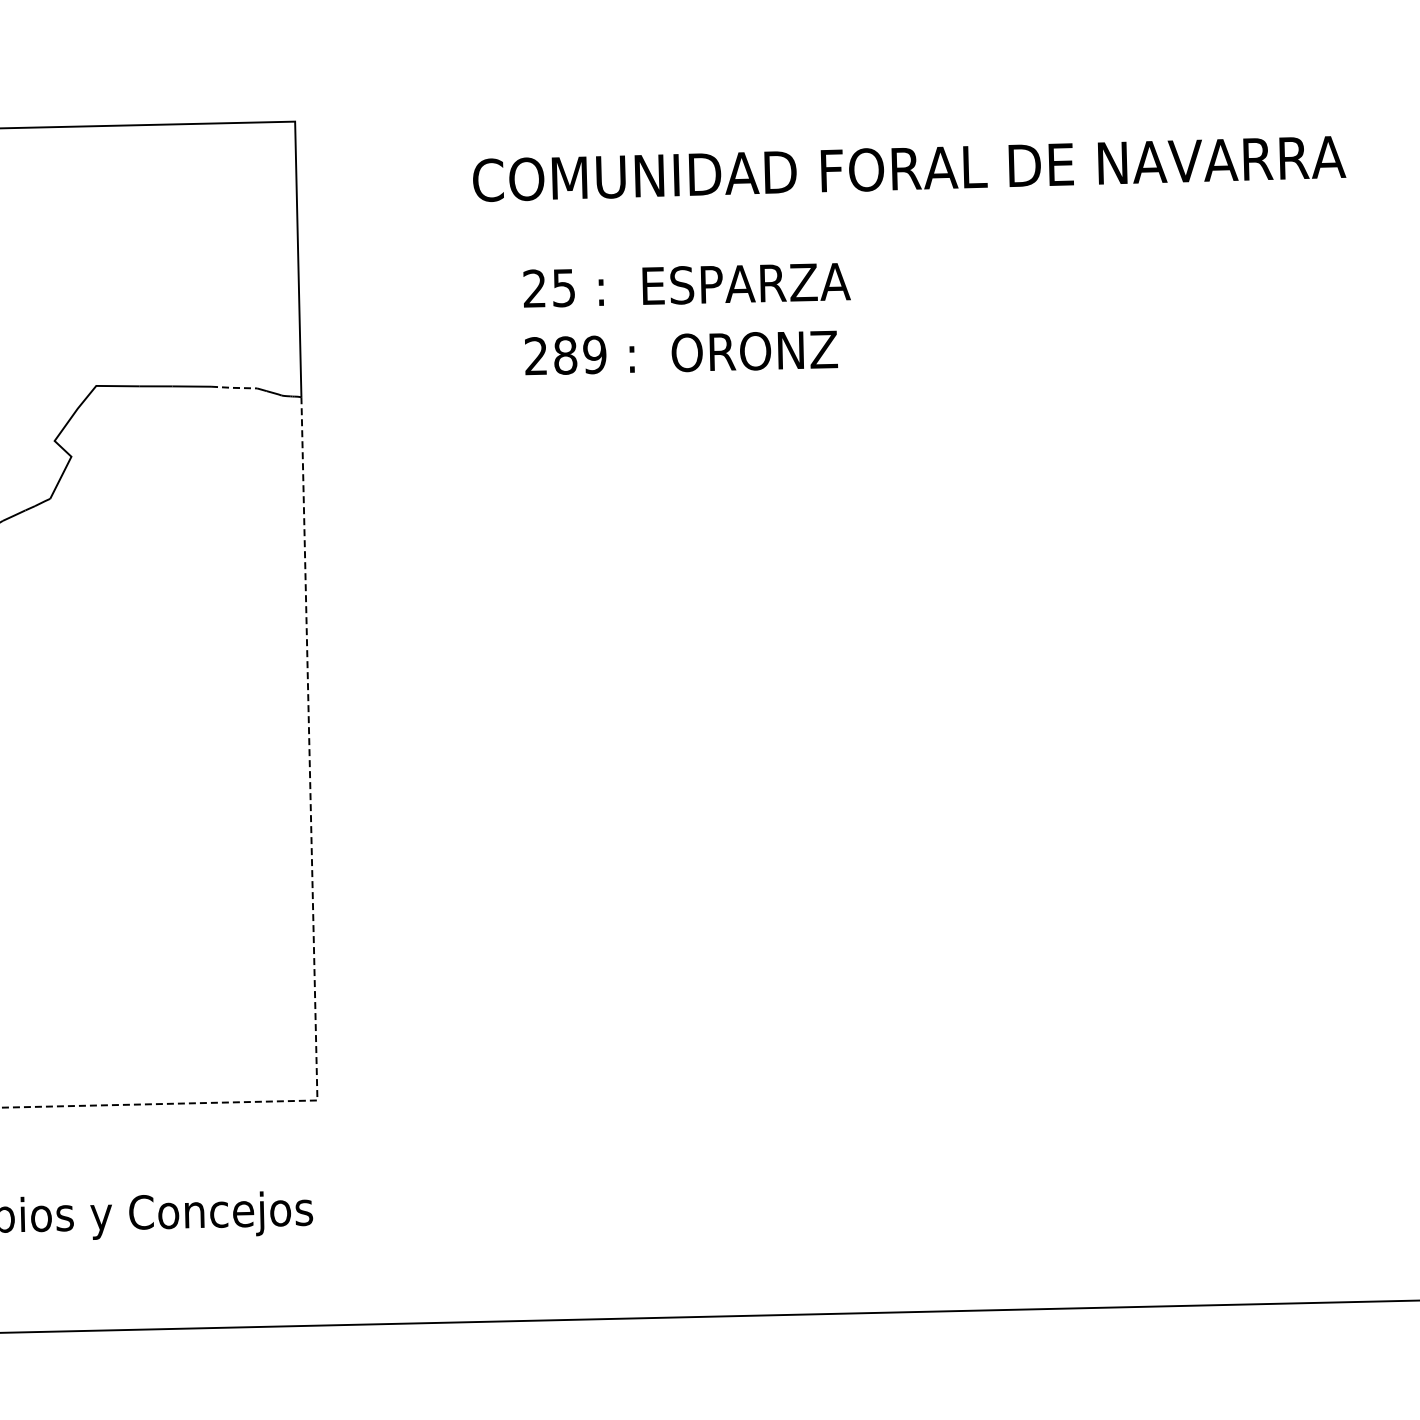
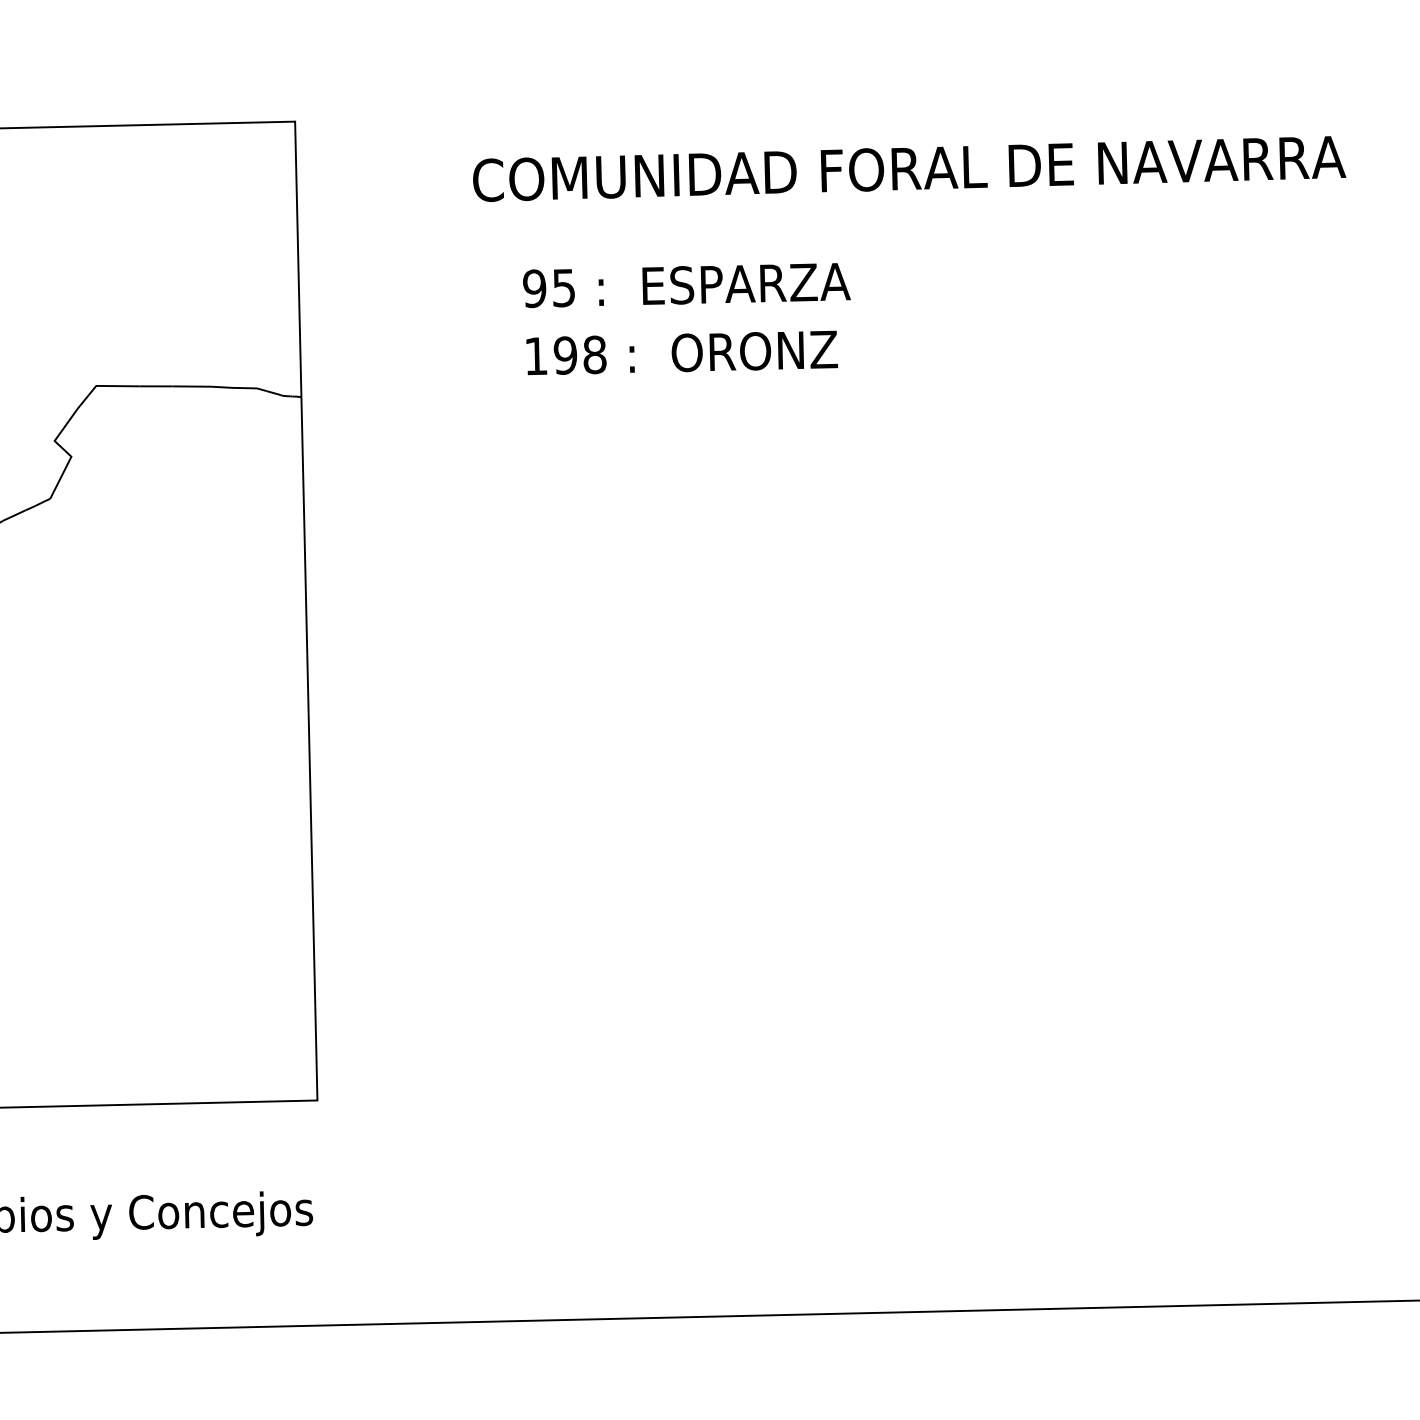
text at (534, 288): 25 -> 95
text at (565, 355): 289 -> 198
line at (233, 387): dashed -> solid
line at (313, 907): dashed -> solid
